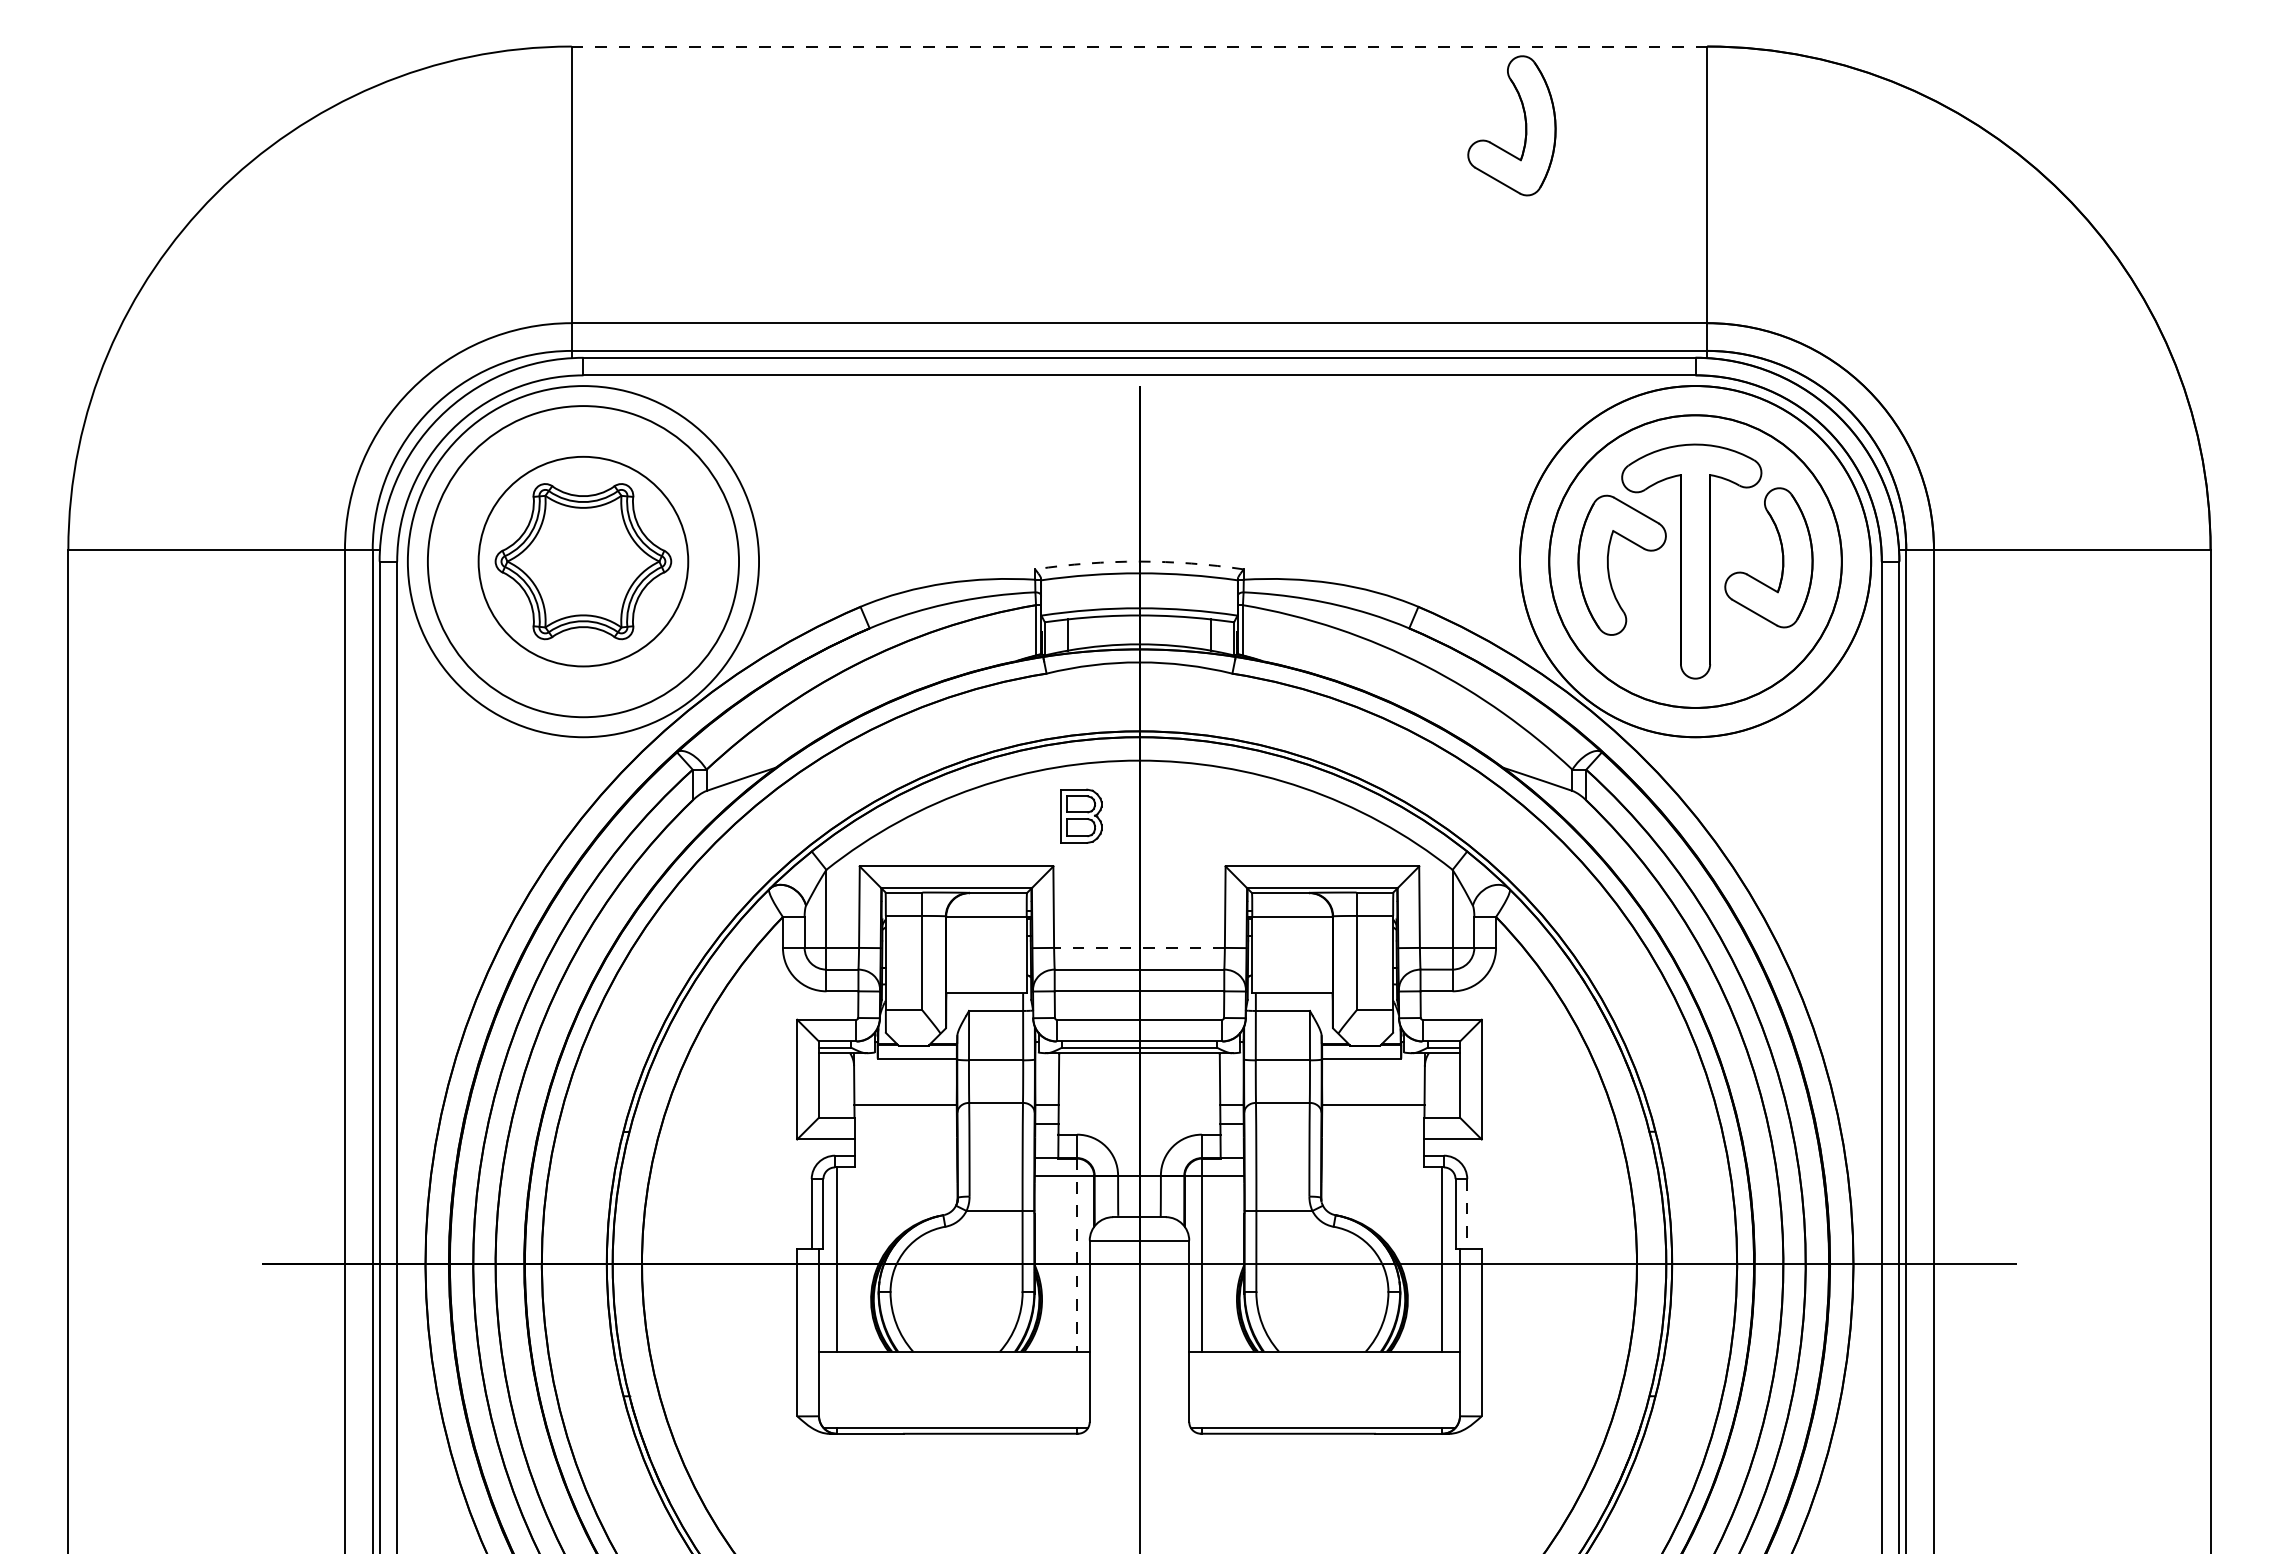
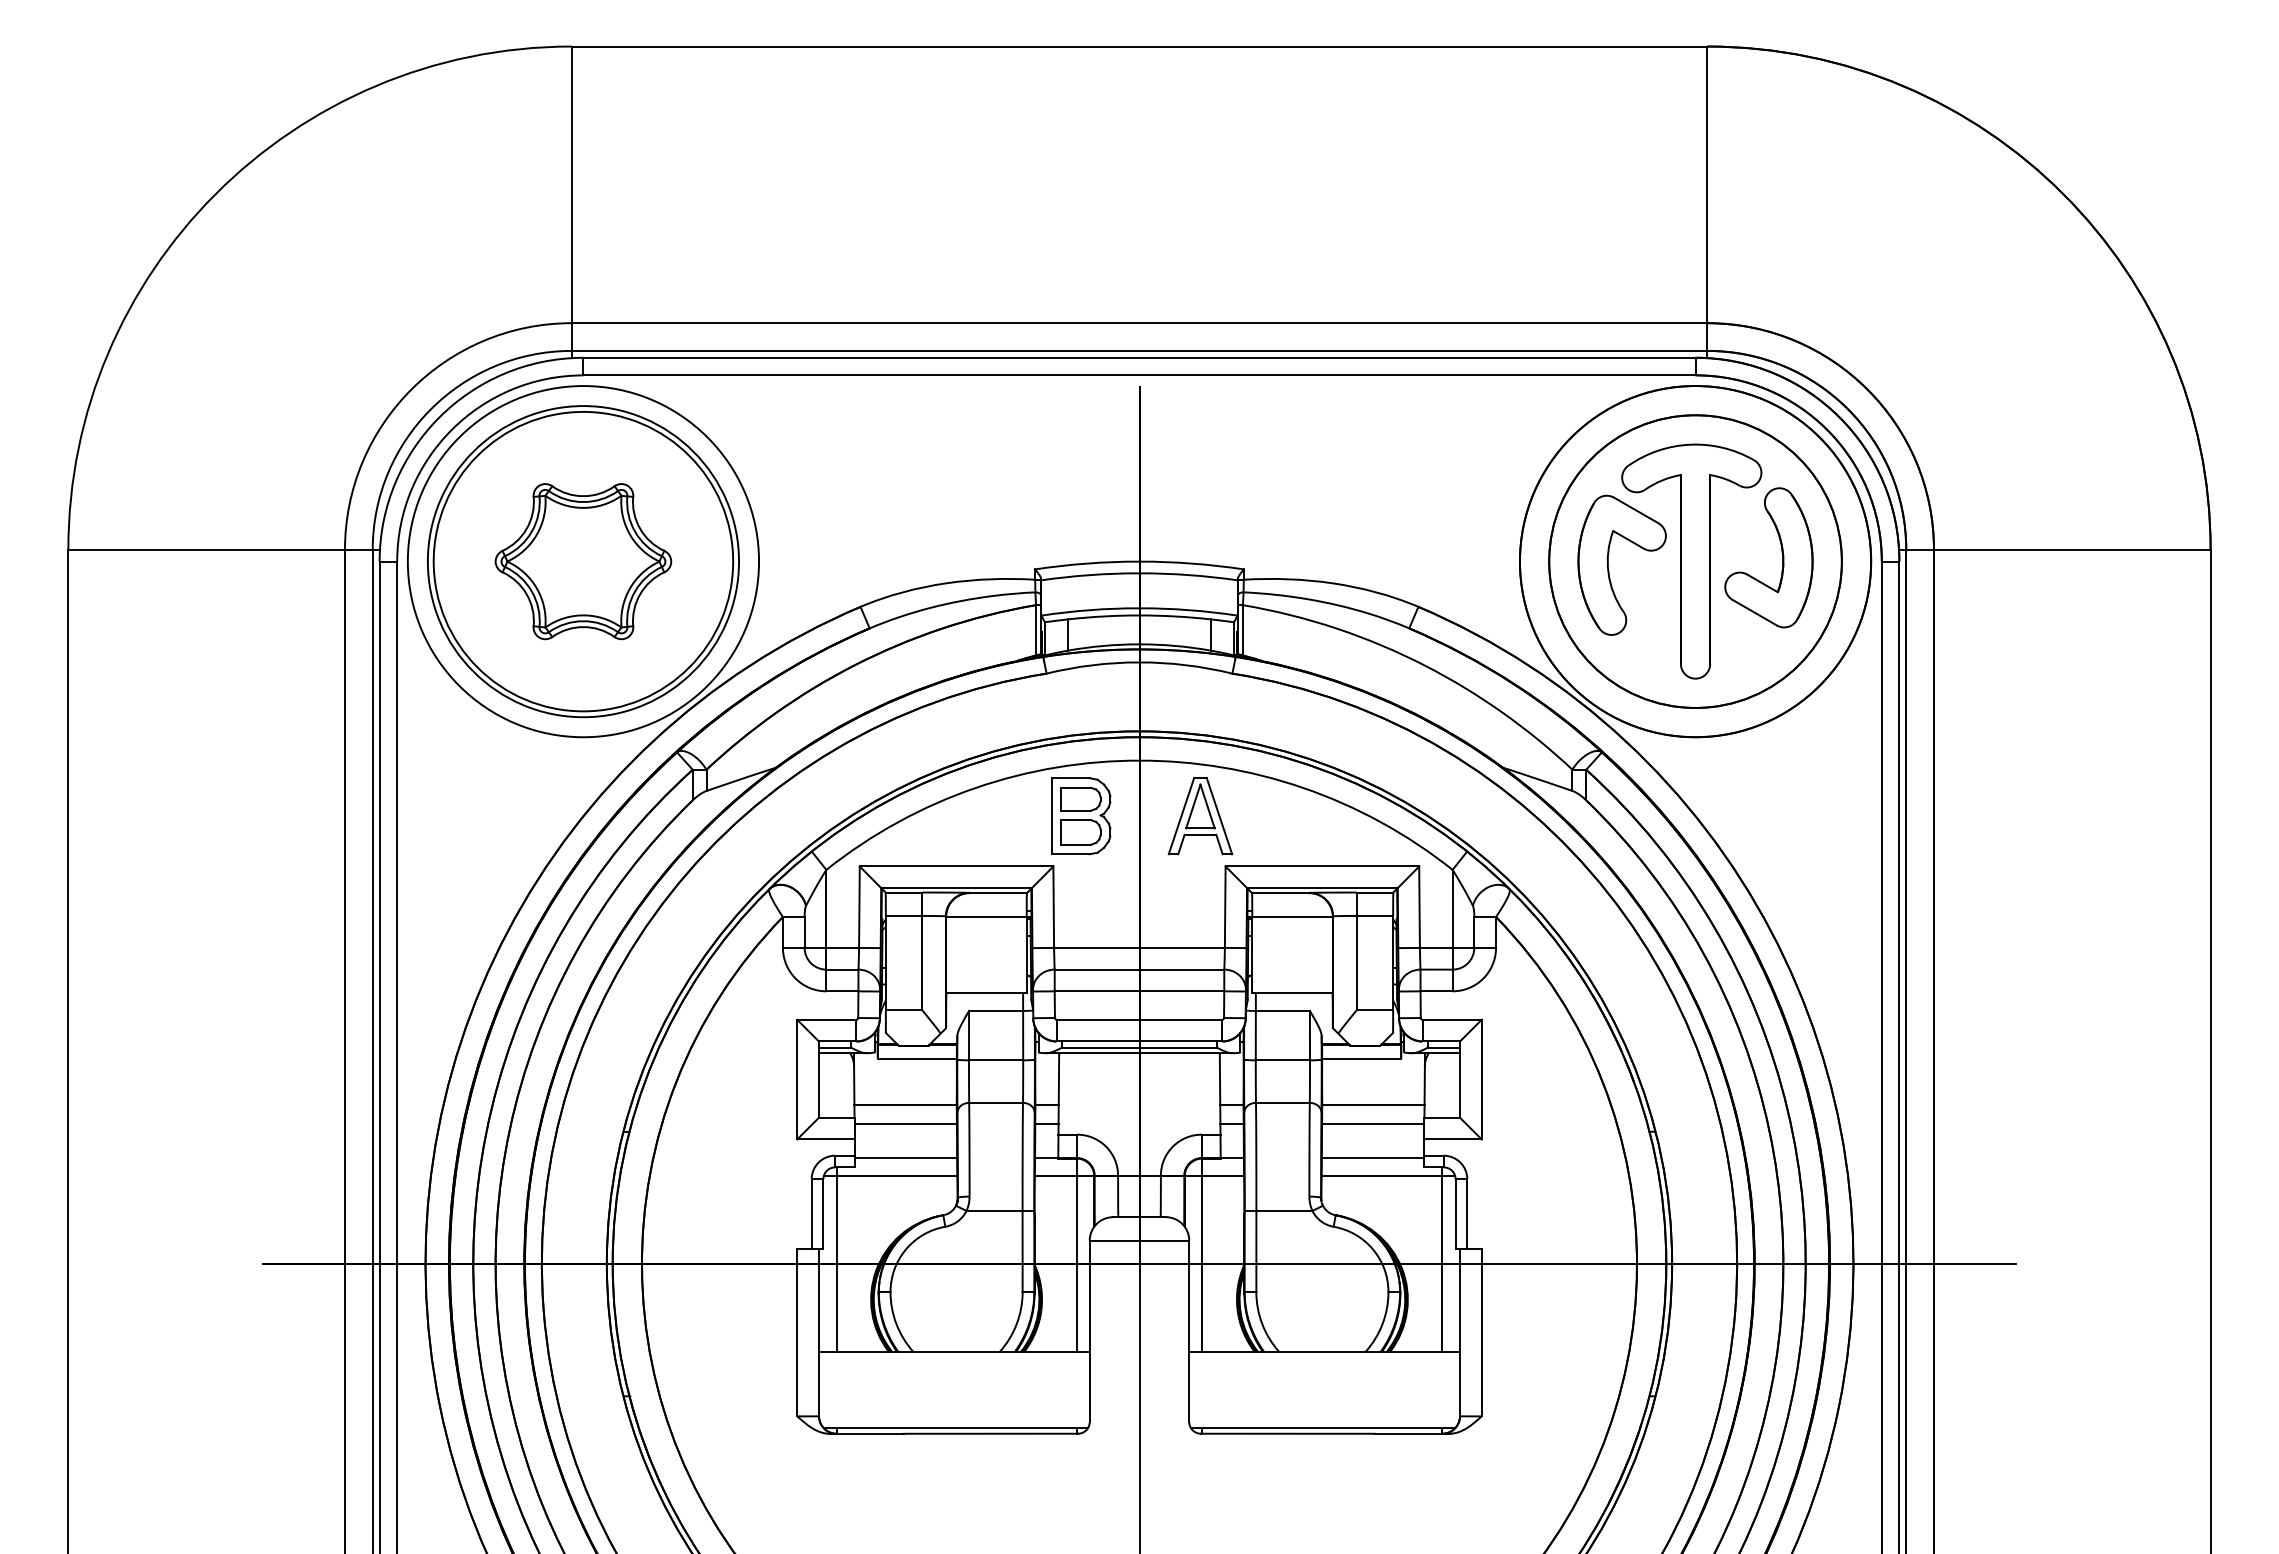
line at (1139, 46): dashed -> solid
part at (1524, 120): present -> none
circle at (583, 561) diameter: 210 px -> 299 px
arc at (1139, 561): dashed -> solid
part at (1081, 815) size: 43x56 px -> 61x79 px
part at (1200, 816): none -> present
line at (1139, 947): dashed -> solid
line at (905, 1123): none -> present
line at (1373, 1123): none -> present
line at (905, 1158): none -> present
line at (1372, 1158): none -> present
line at (890, 1176): none -> present
line at (1388, 1176): none -> present
line at (1467, 1214): dashed -> solid
line at (1076, 1255): dashed -> solid
